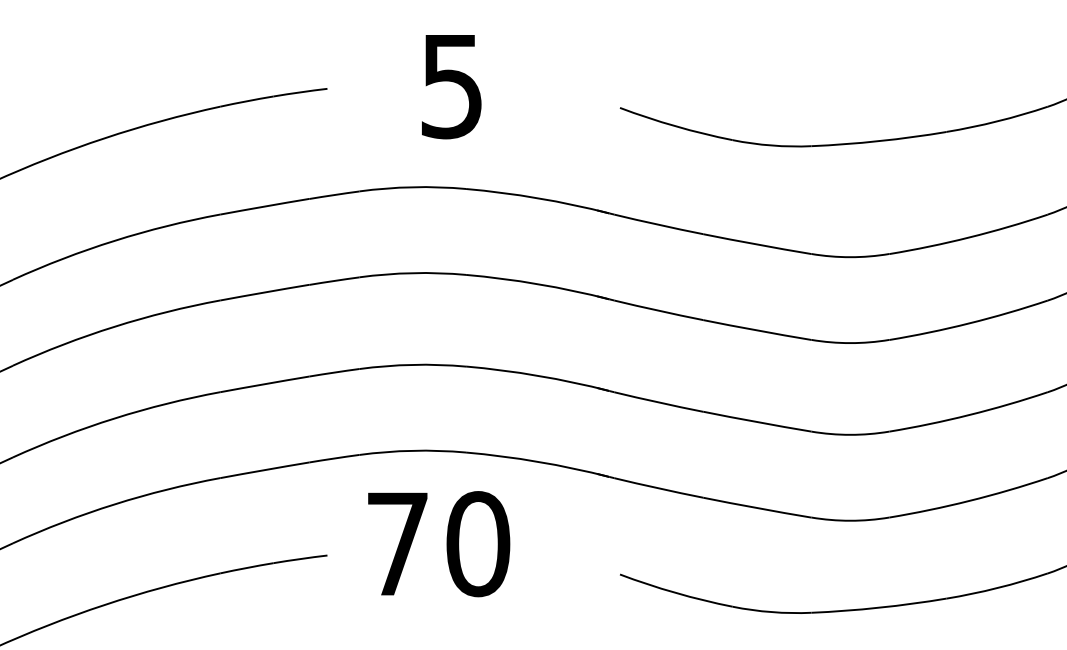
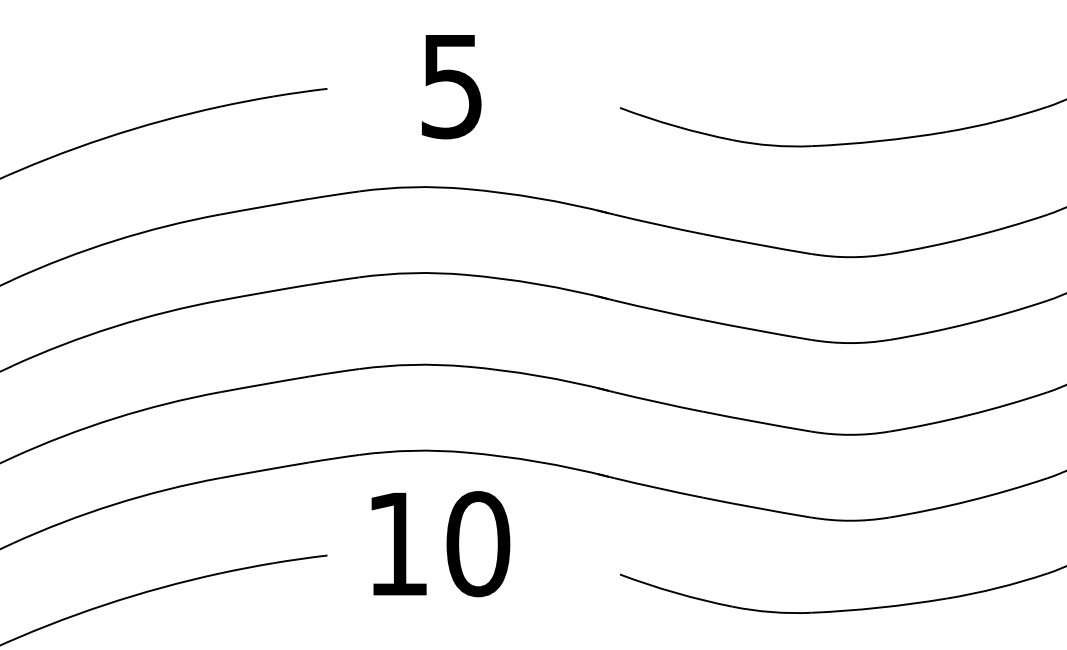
text at (397, 543): 70 -> 10
